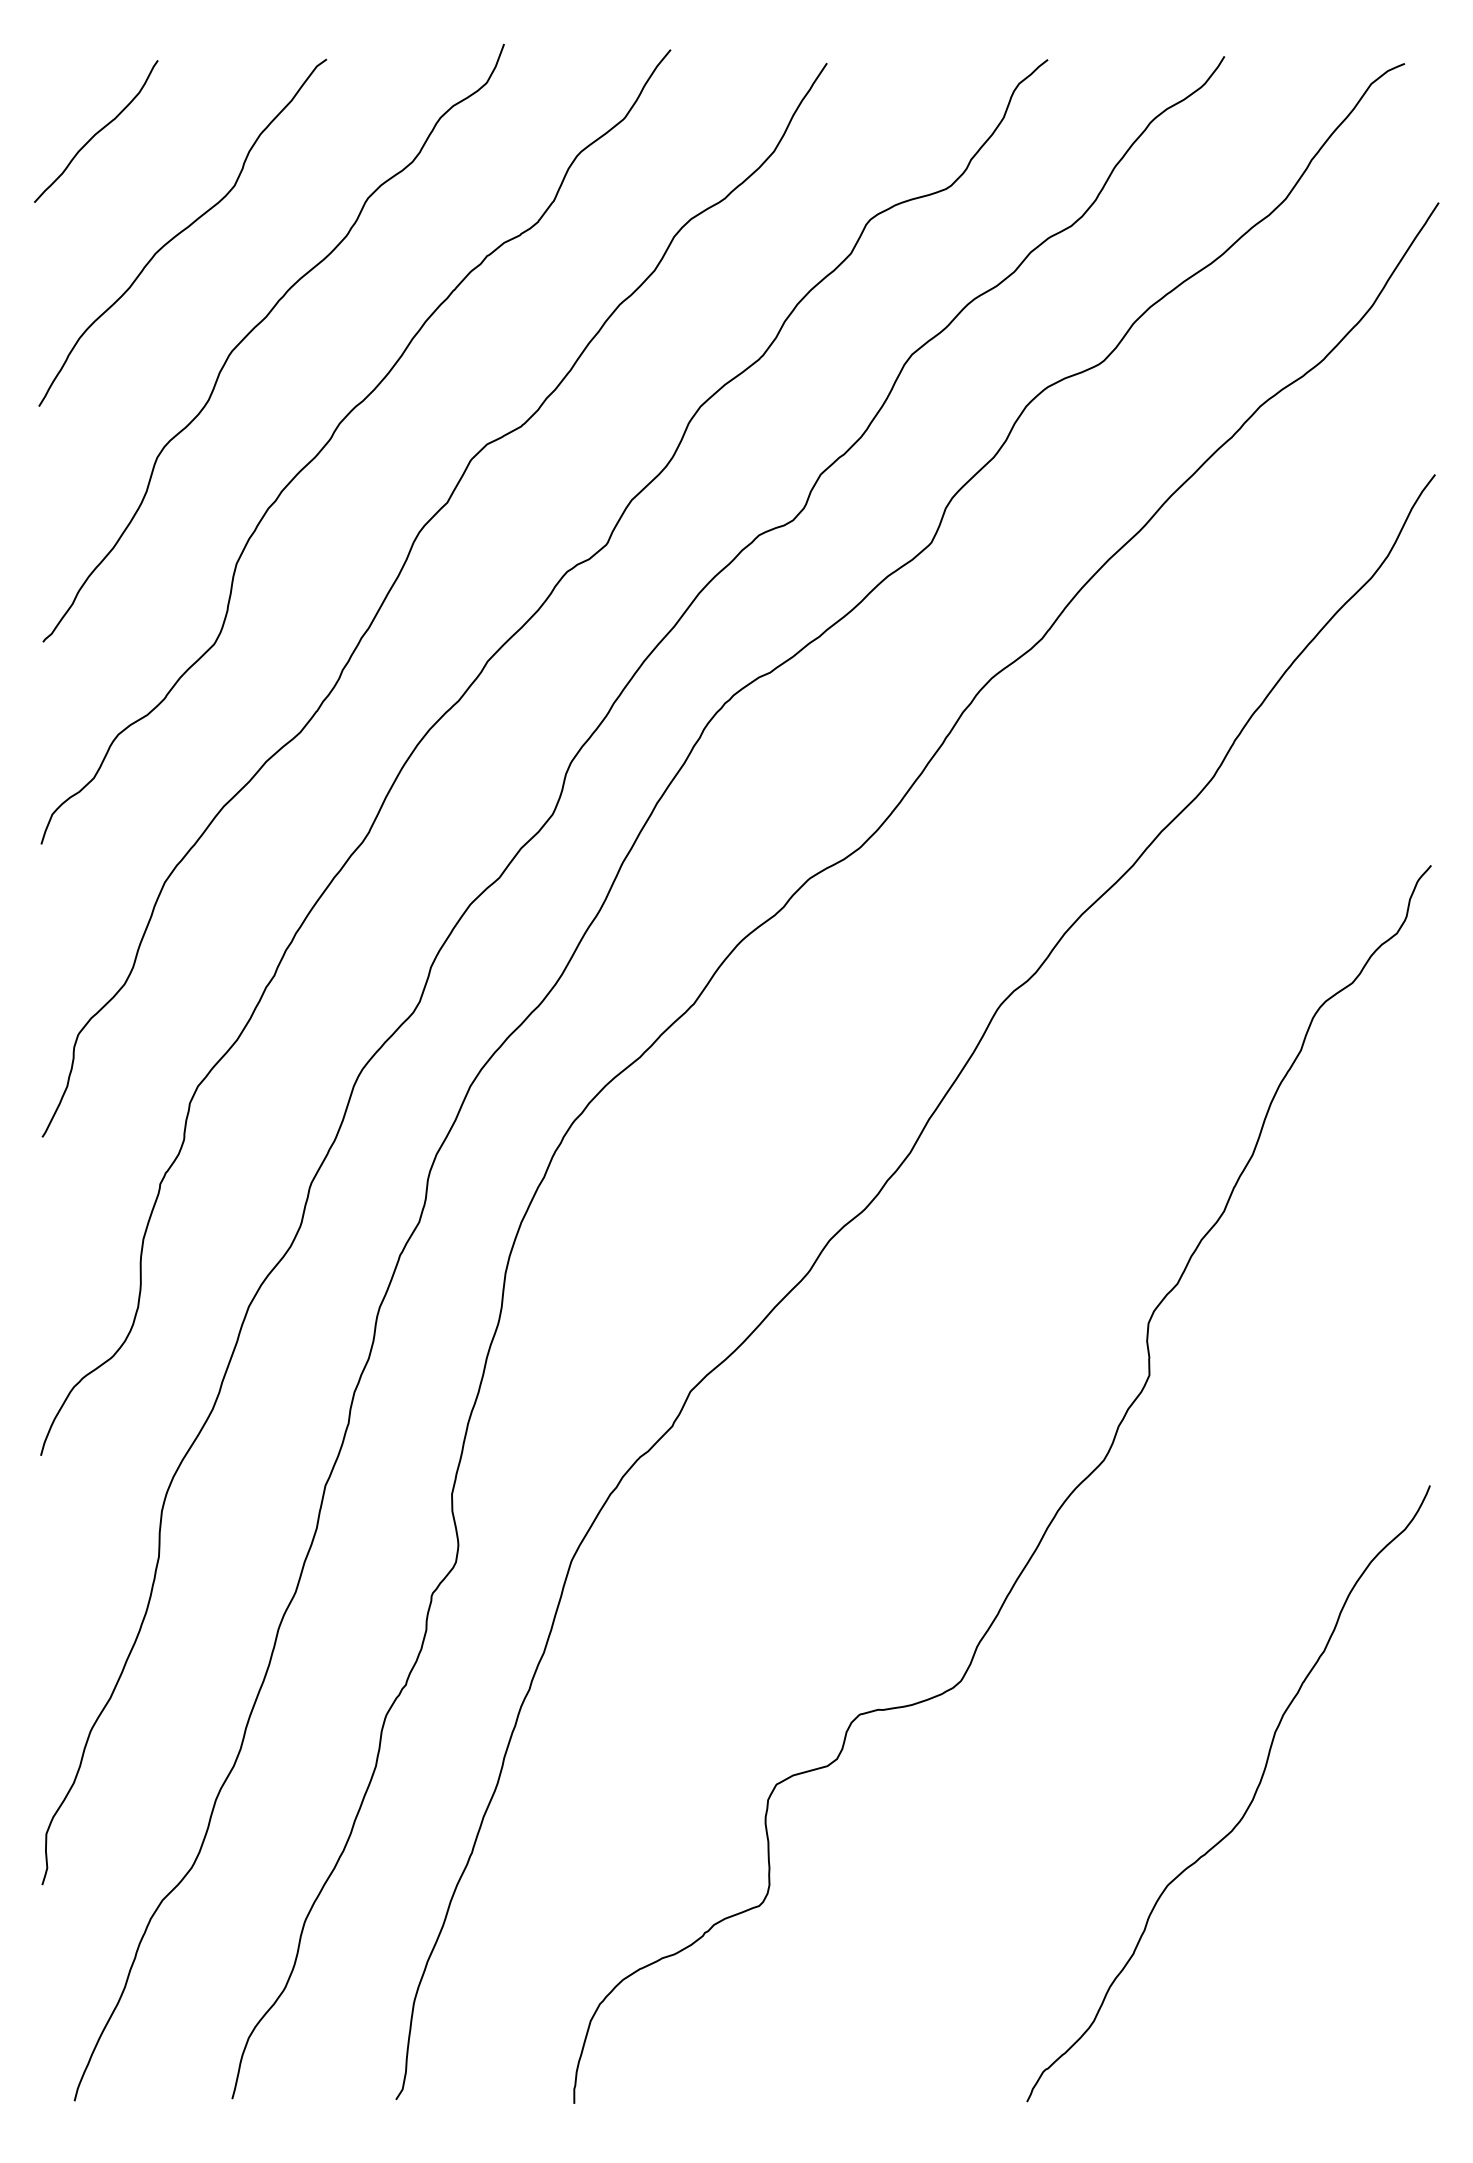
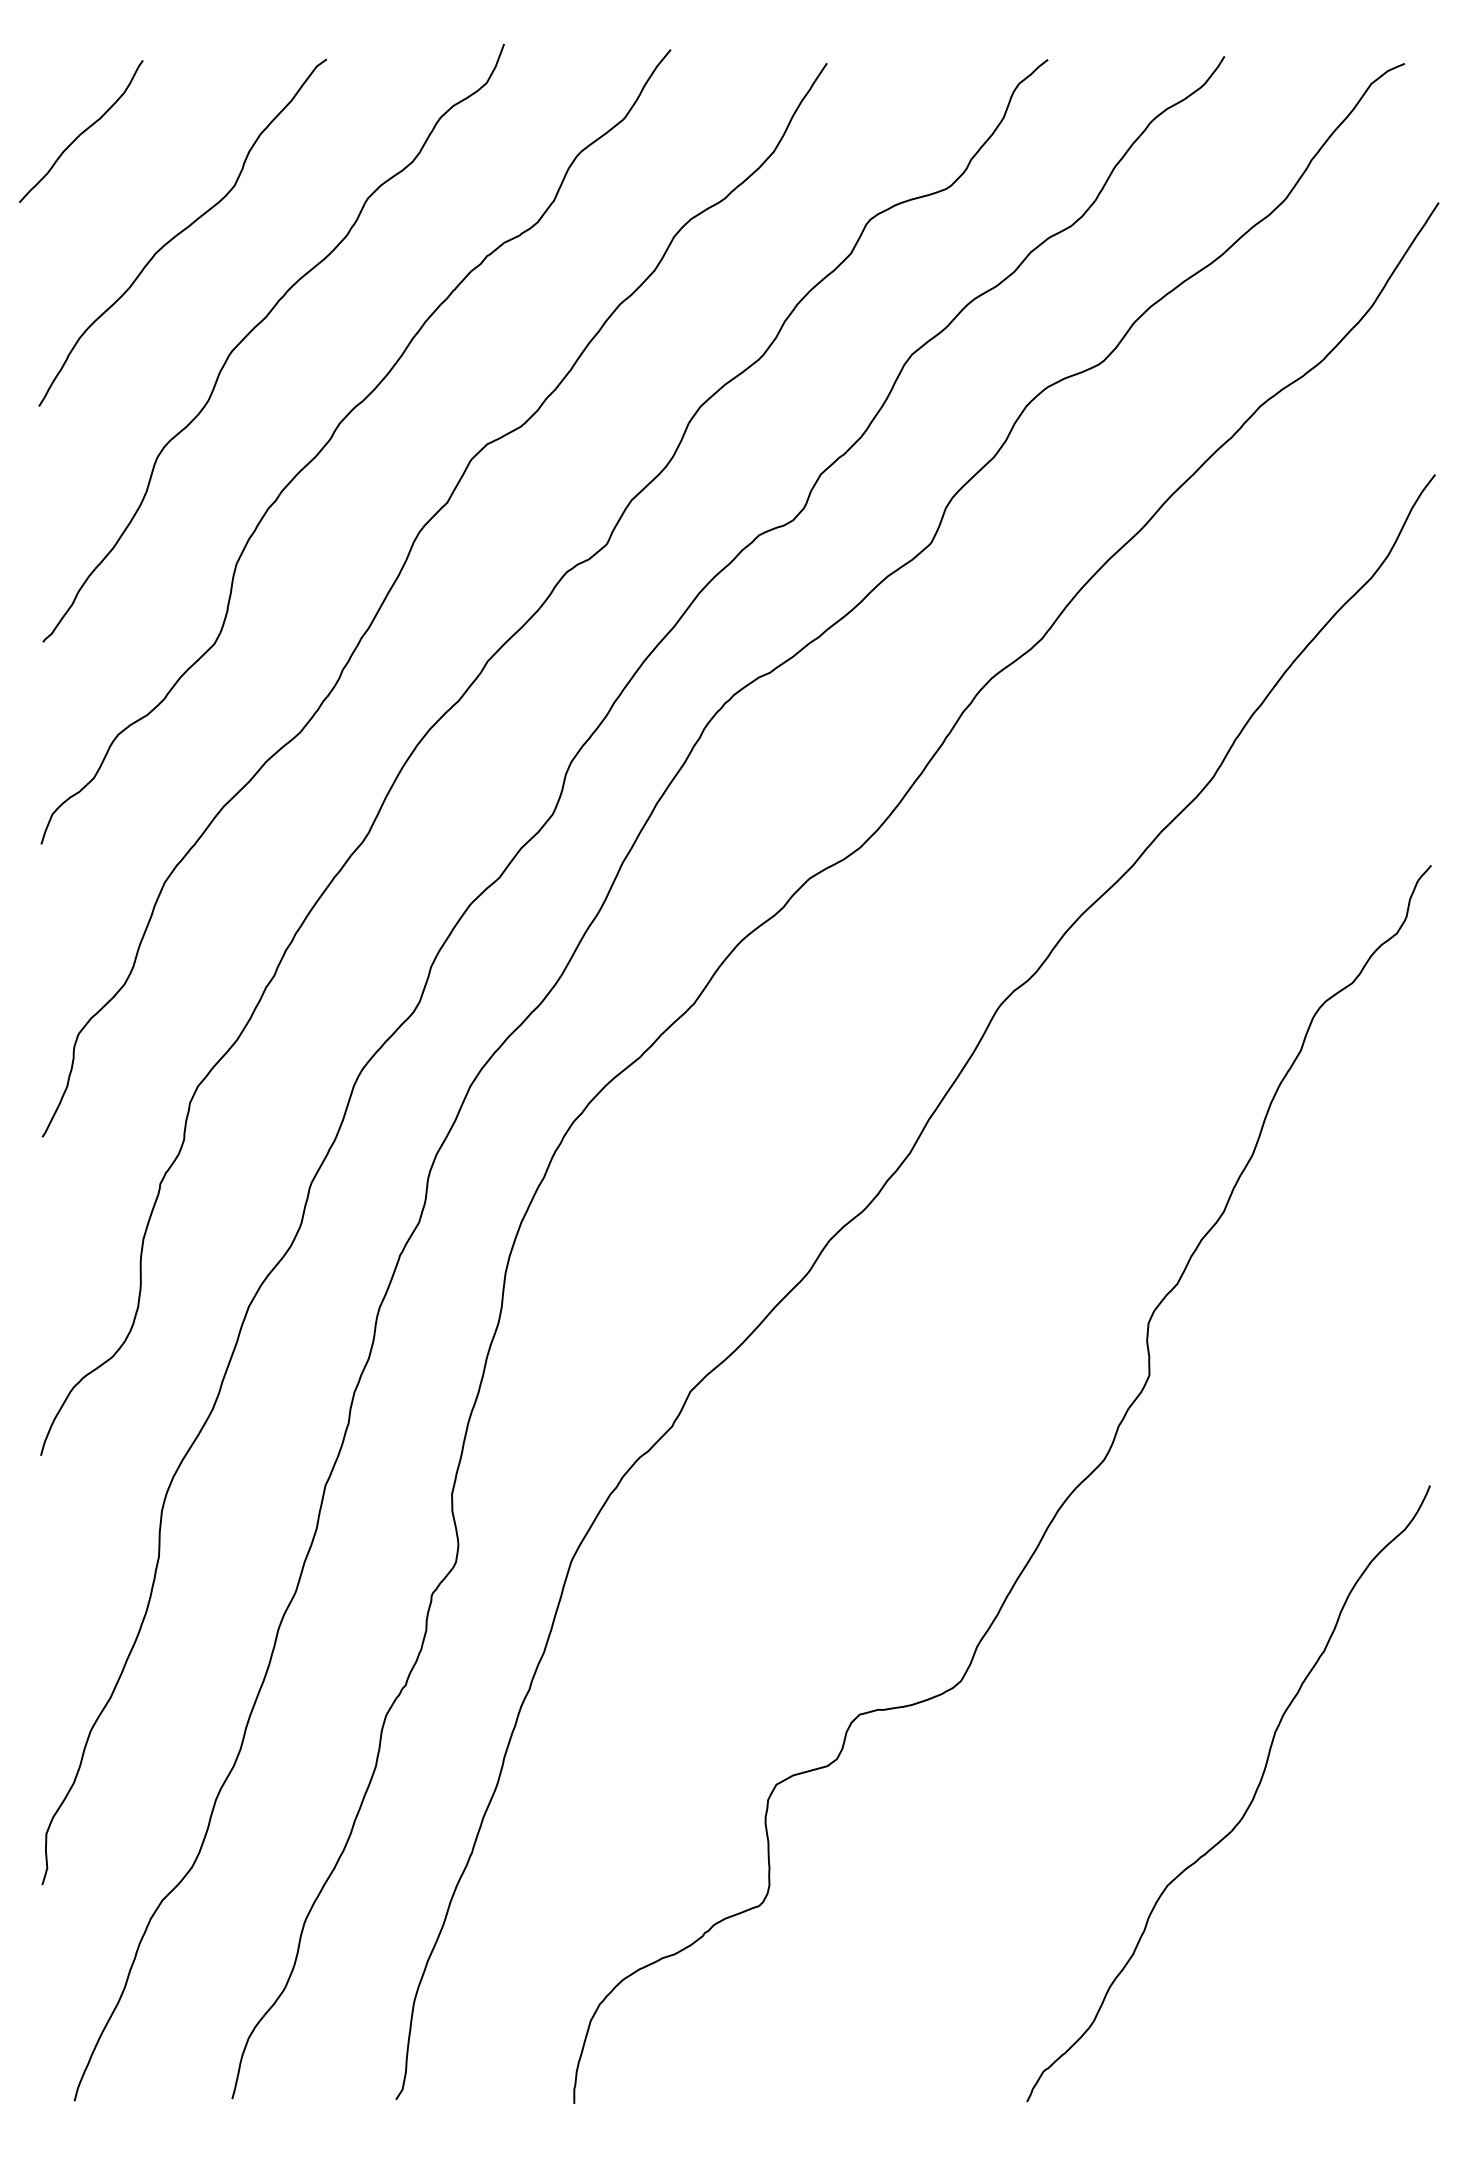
curve at (97, 131) position: (97, 131) -> (82, 131)
